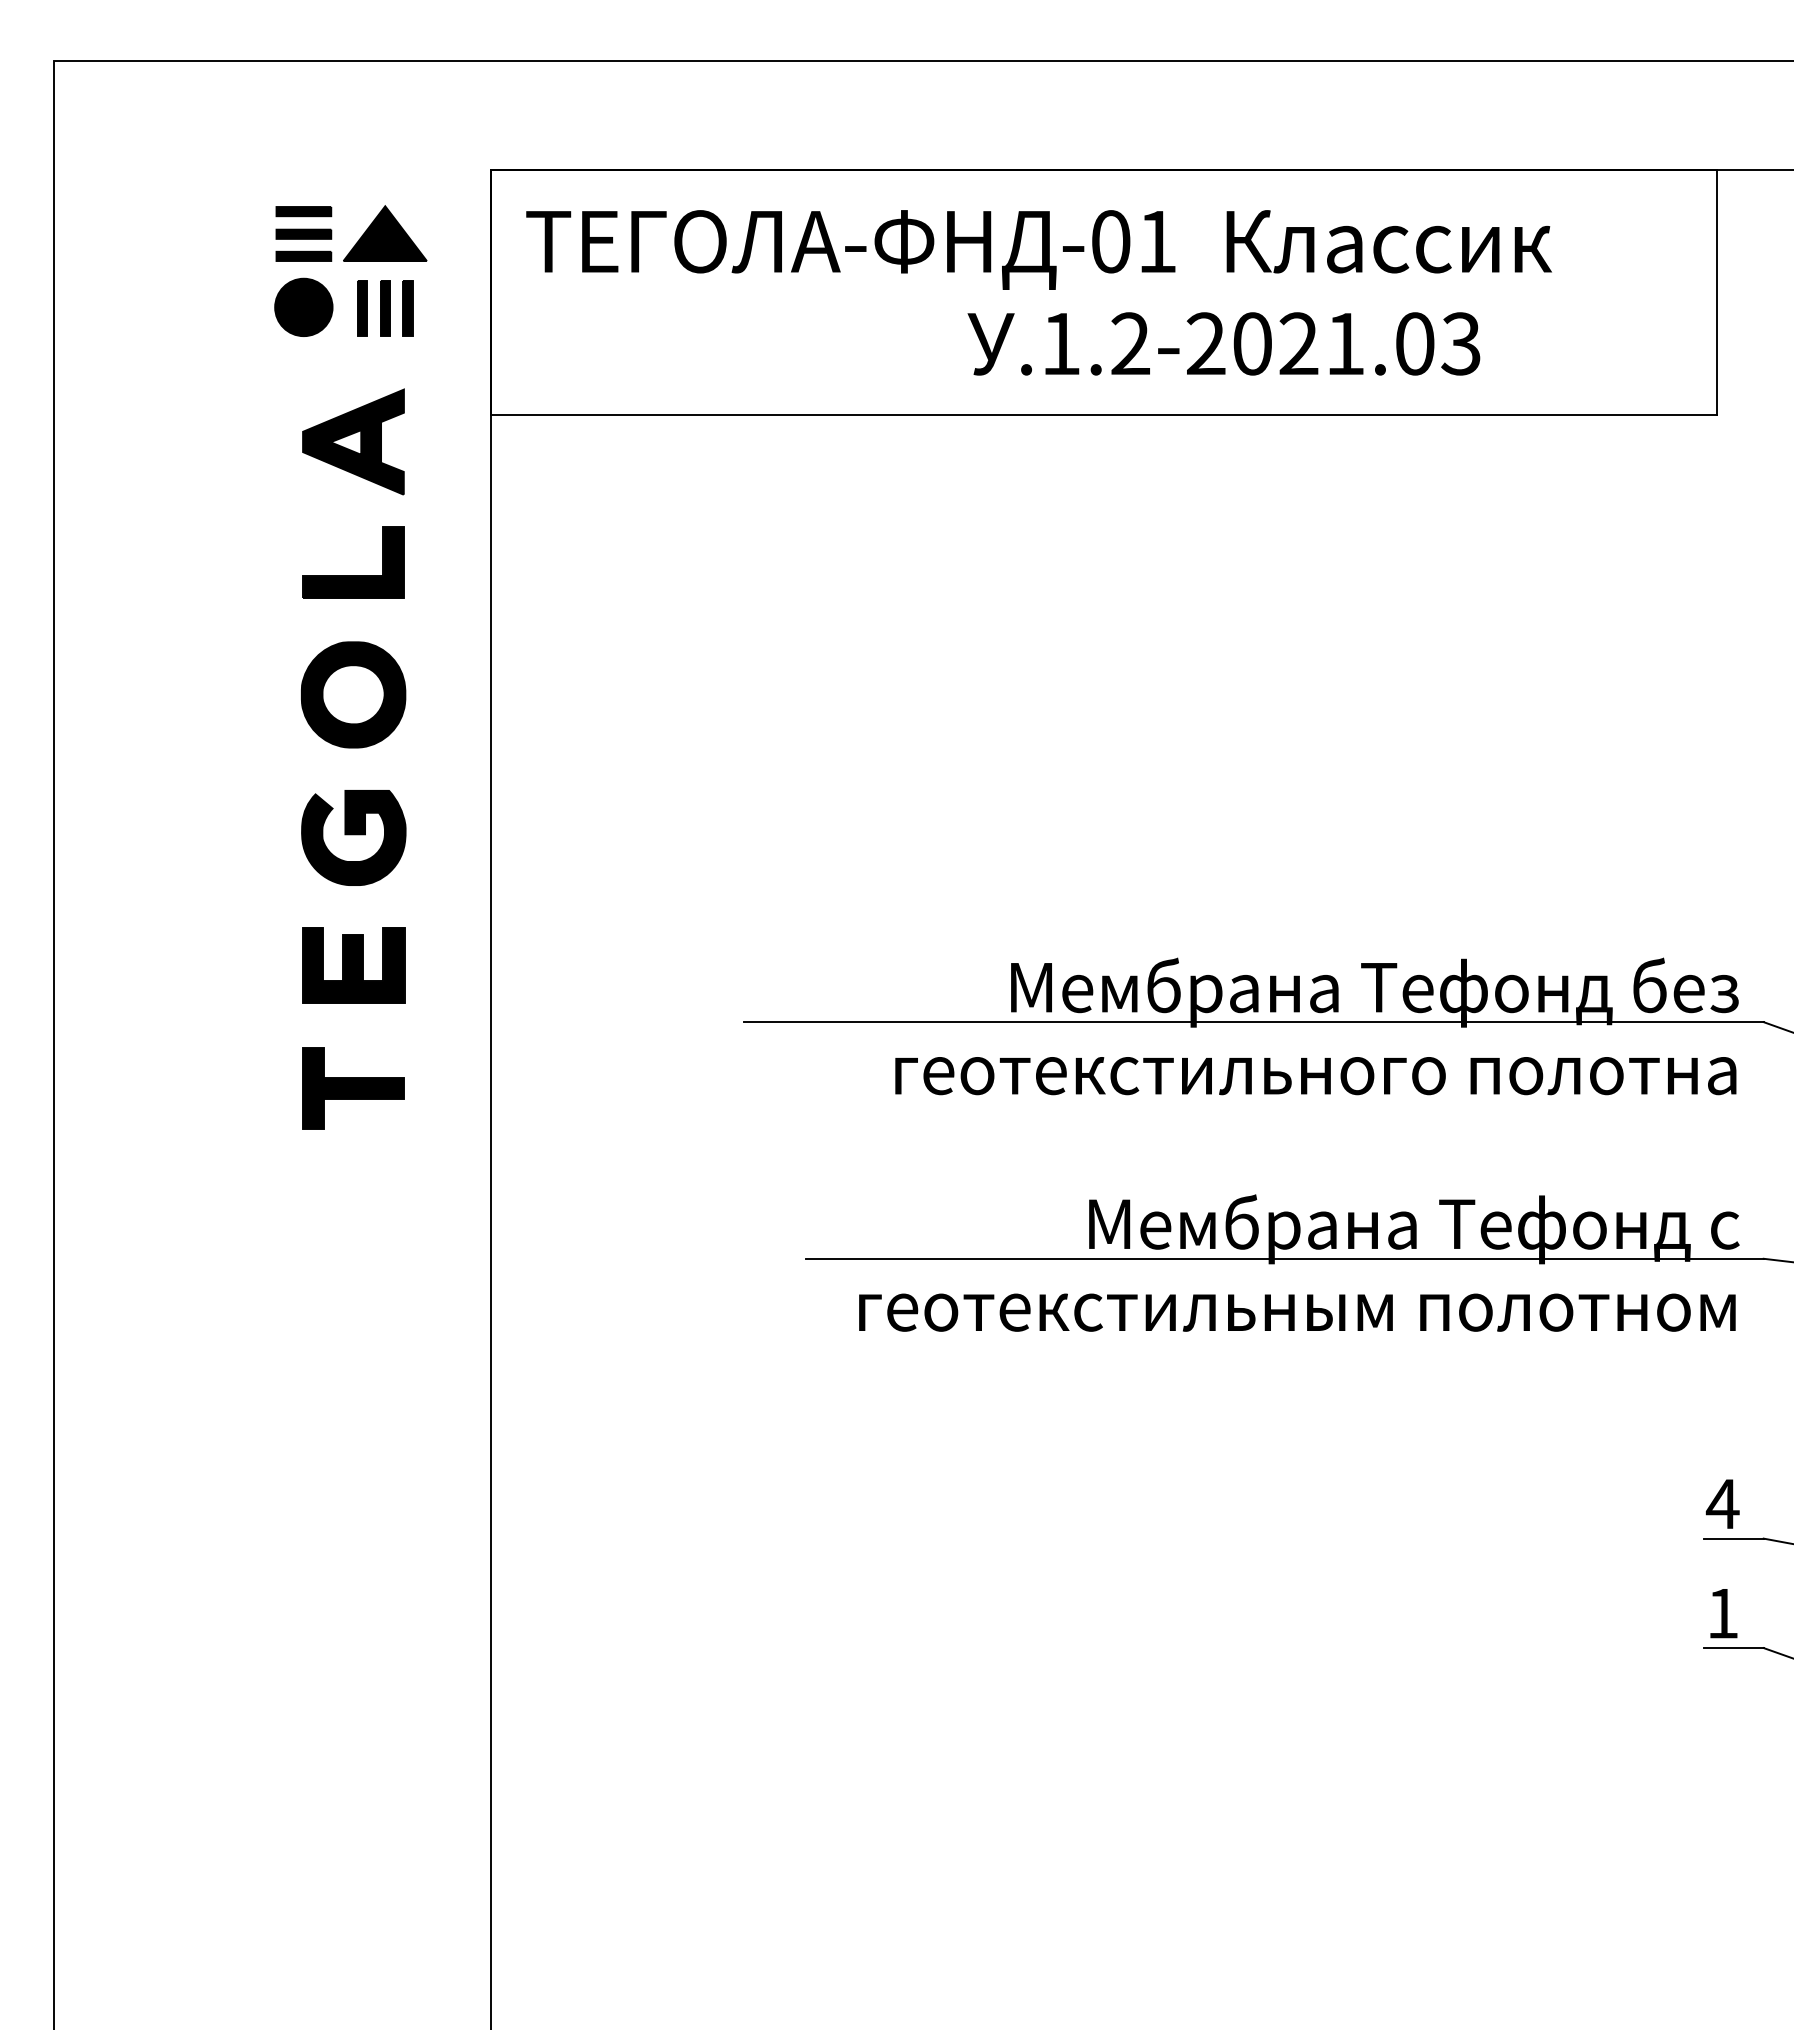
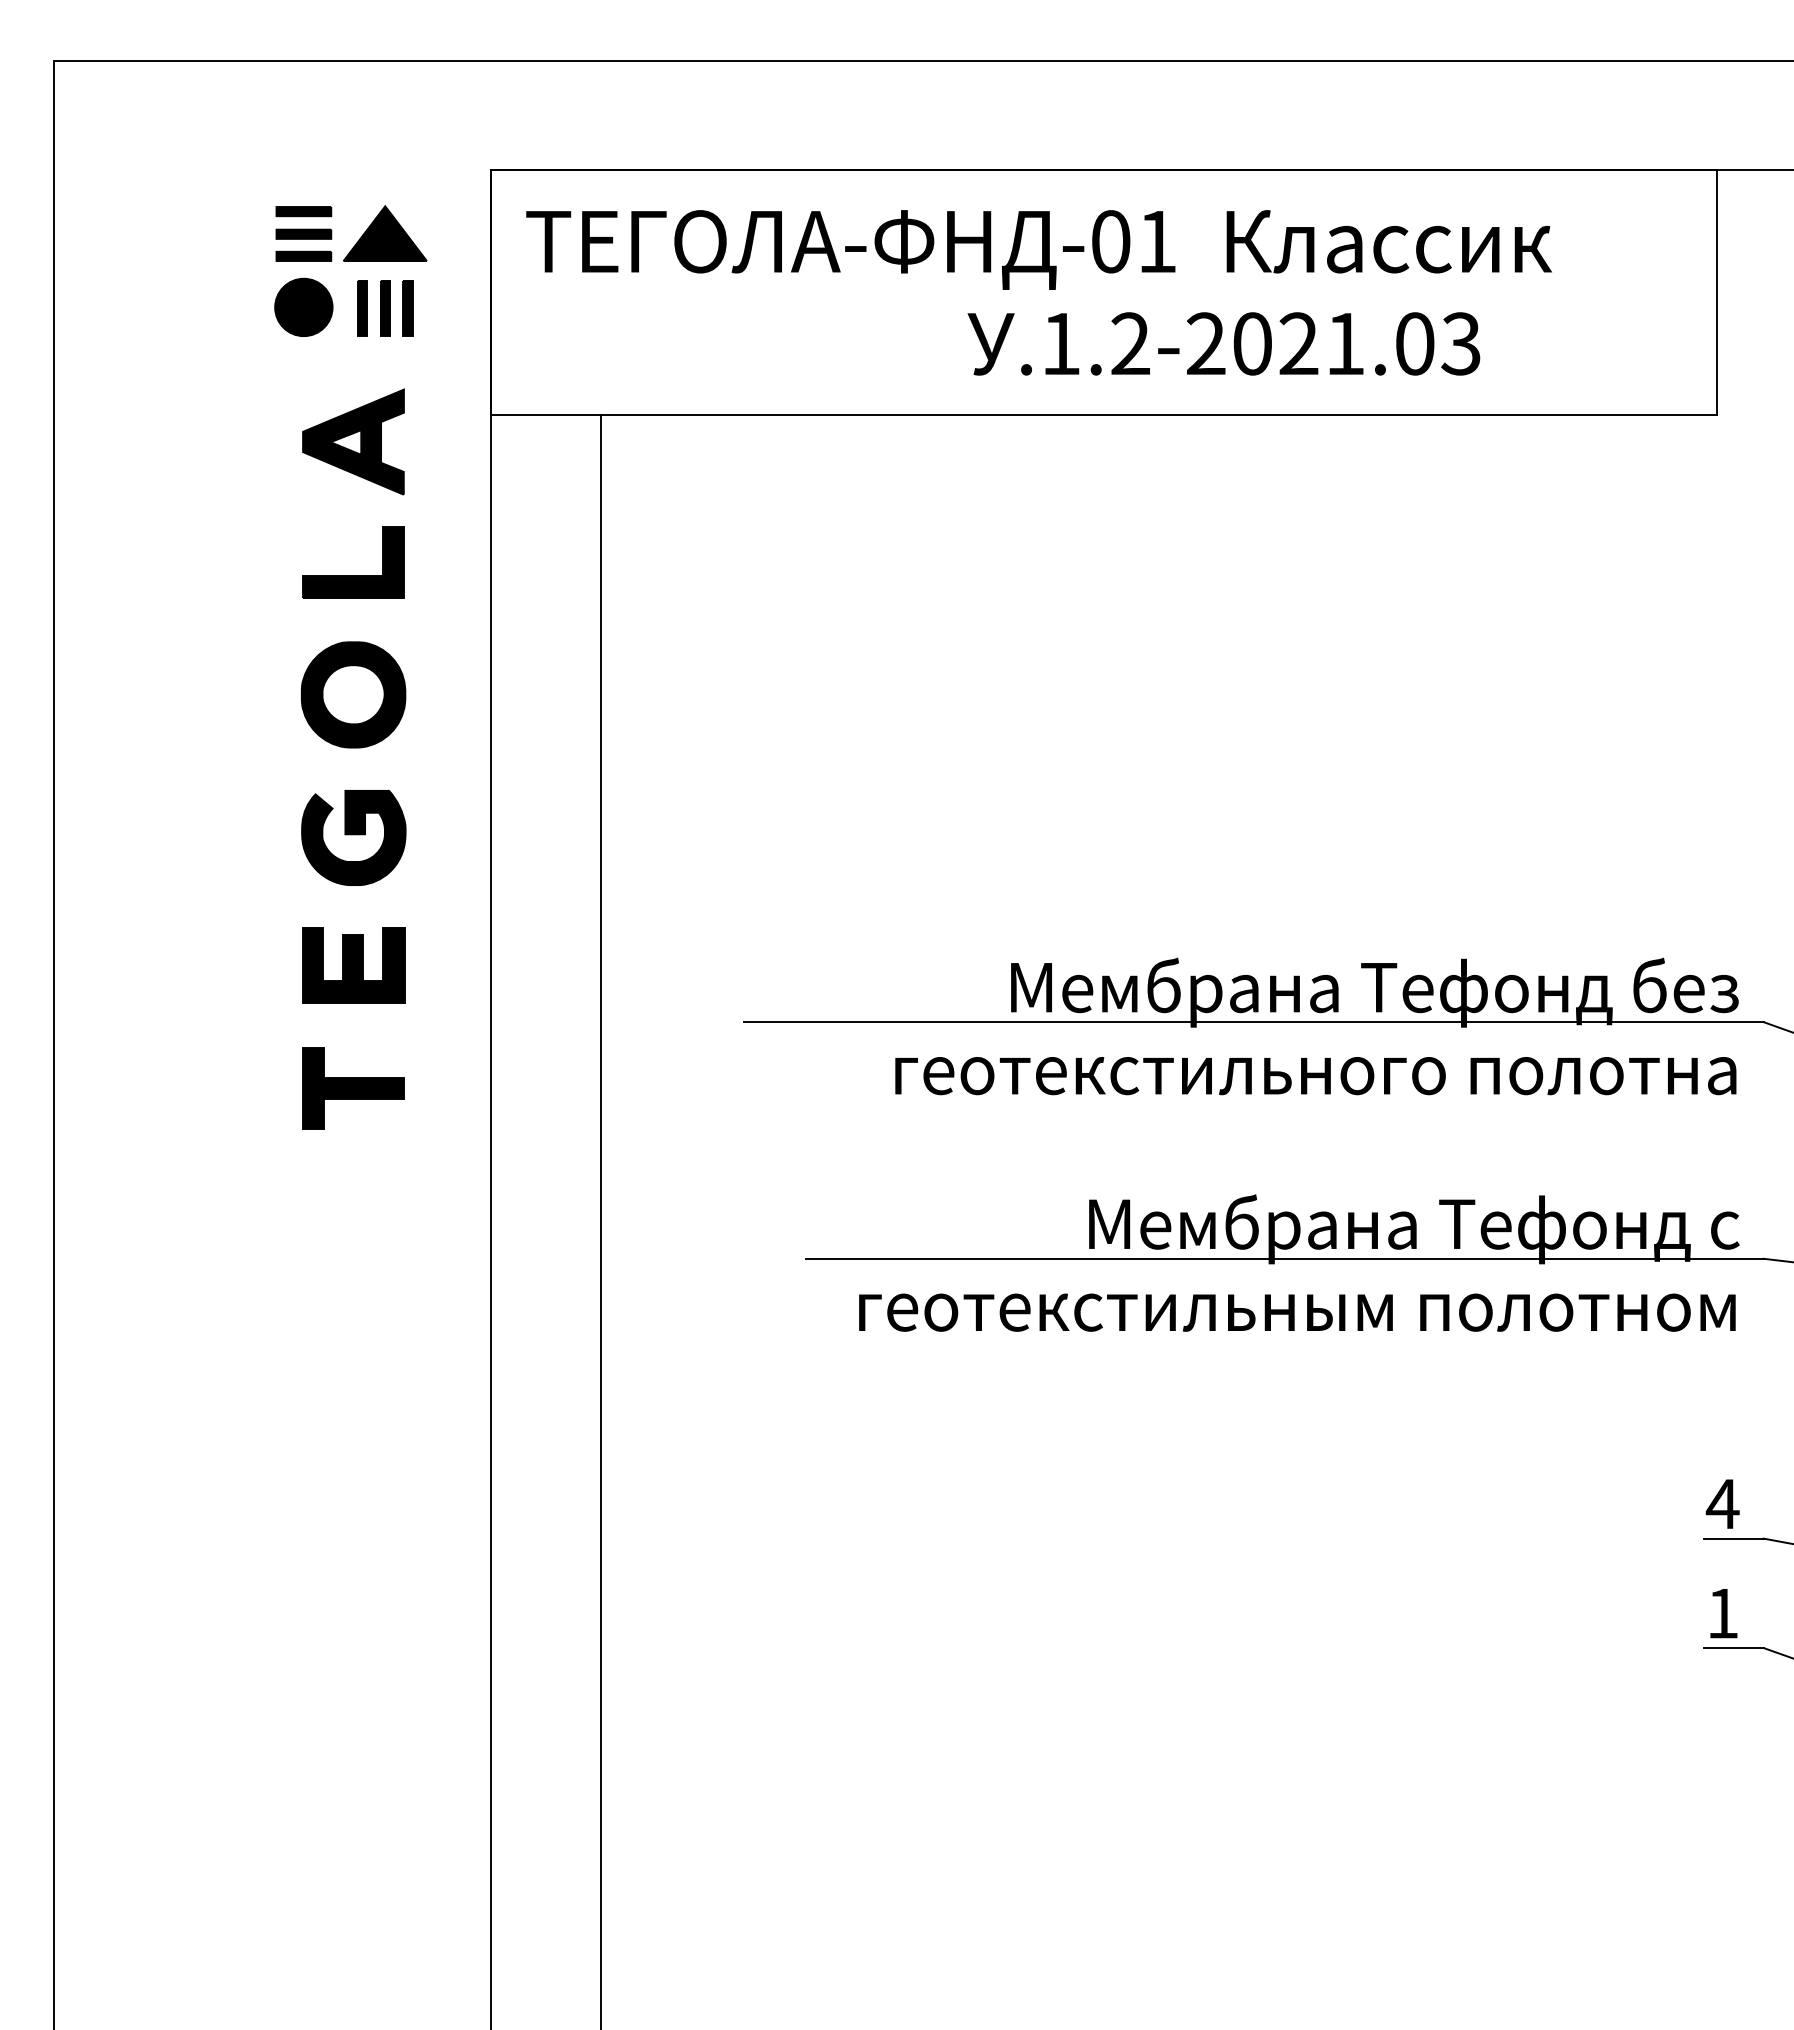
line at (600, 1220): none -> present
